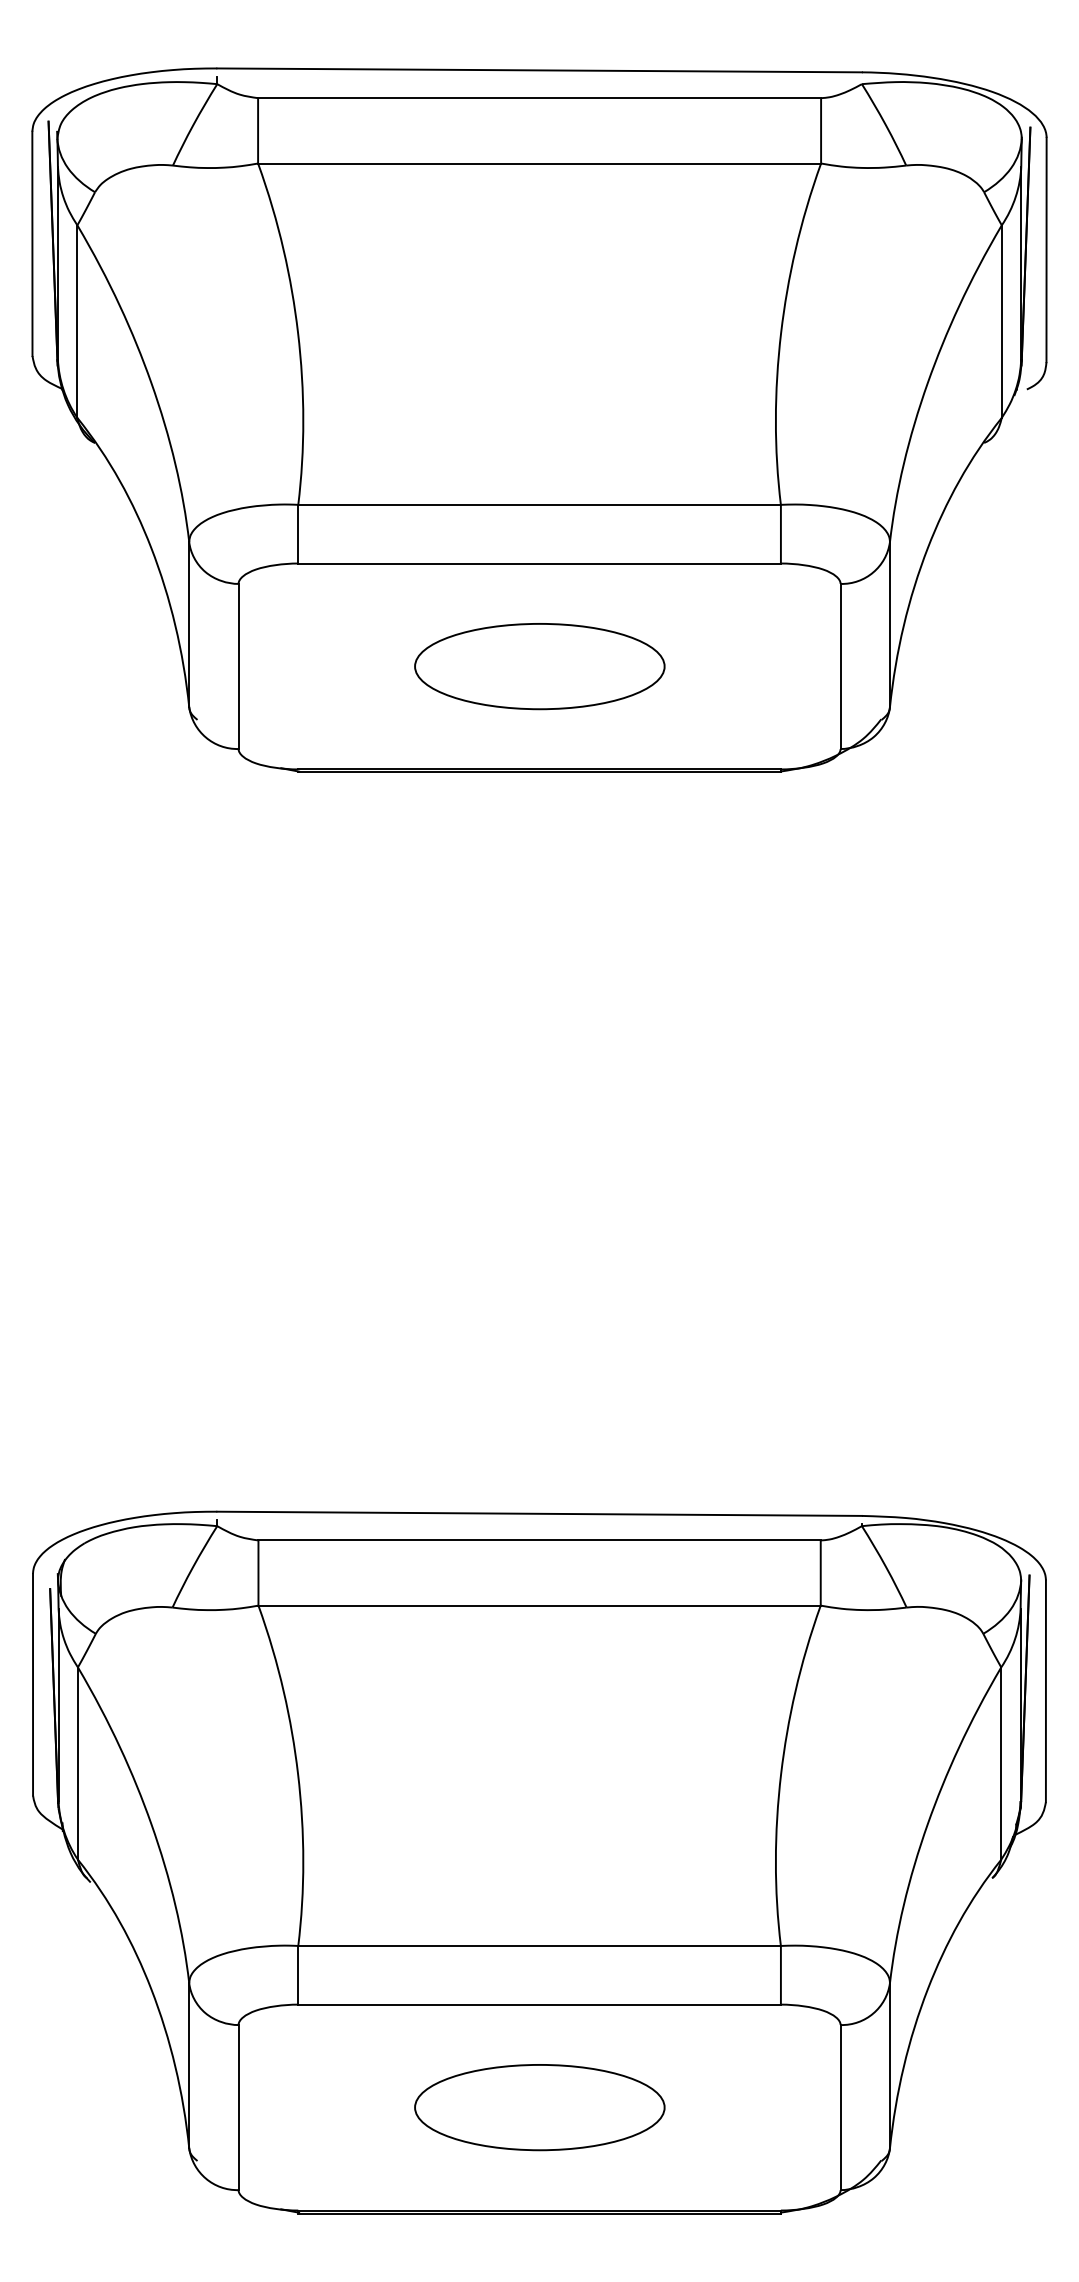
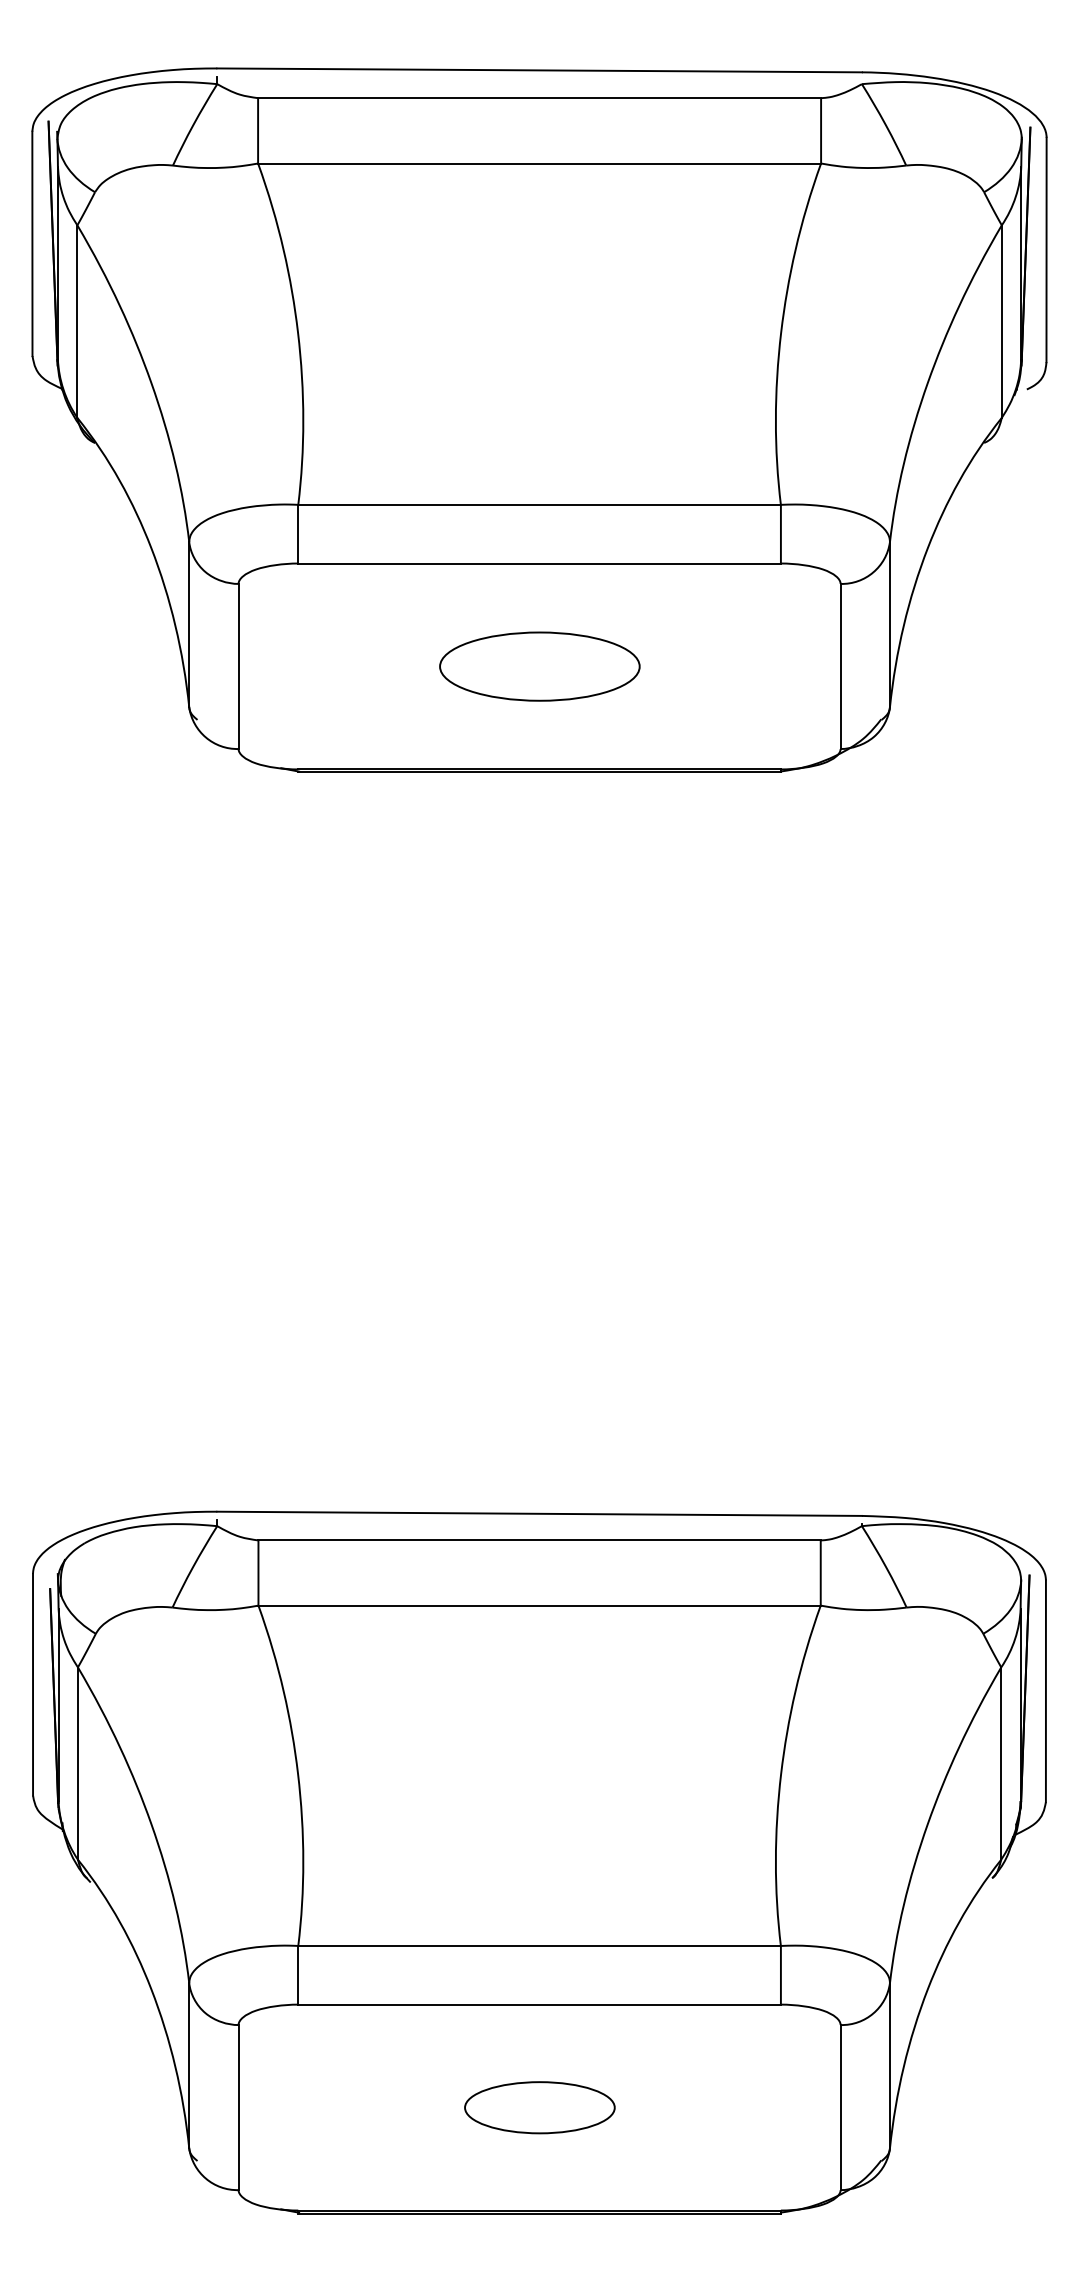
part at (539, 666) size: 252x88 px -> 202x71 px
part at (539, 2107) size: 252x88 px -> 152x54 px
